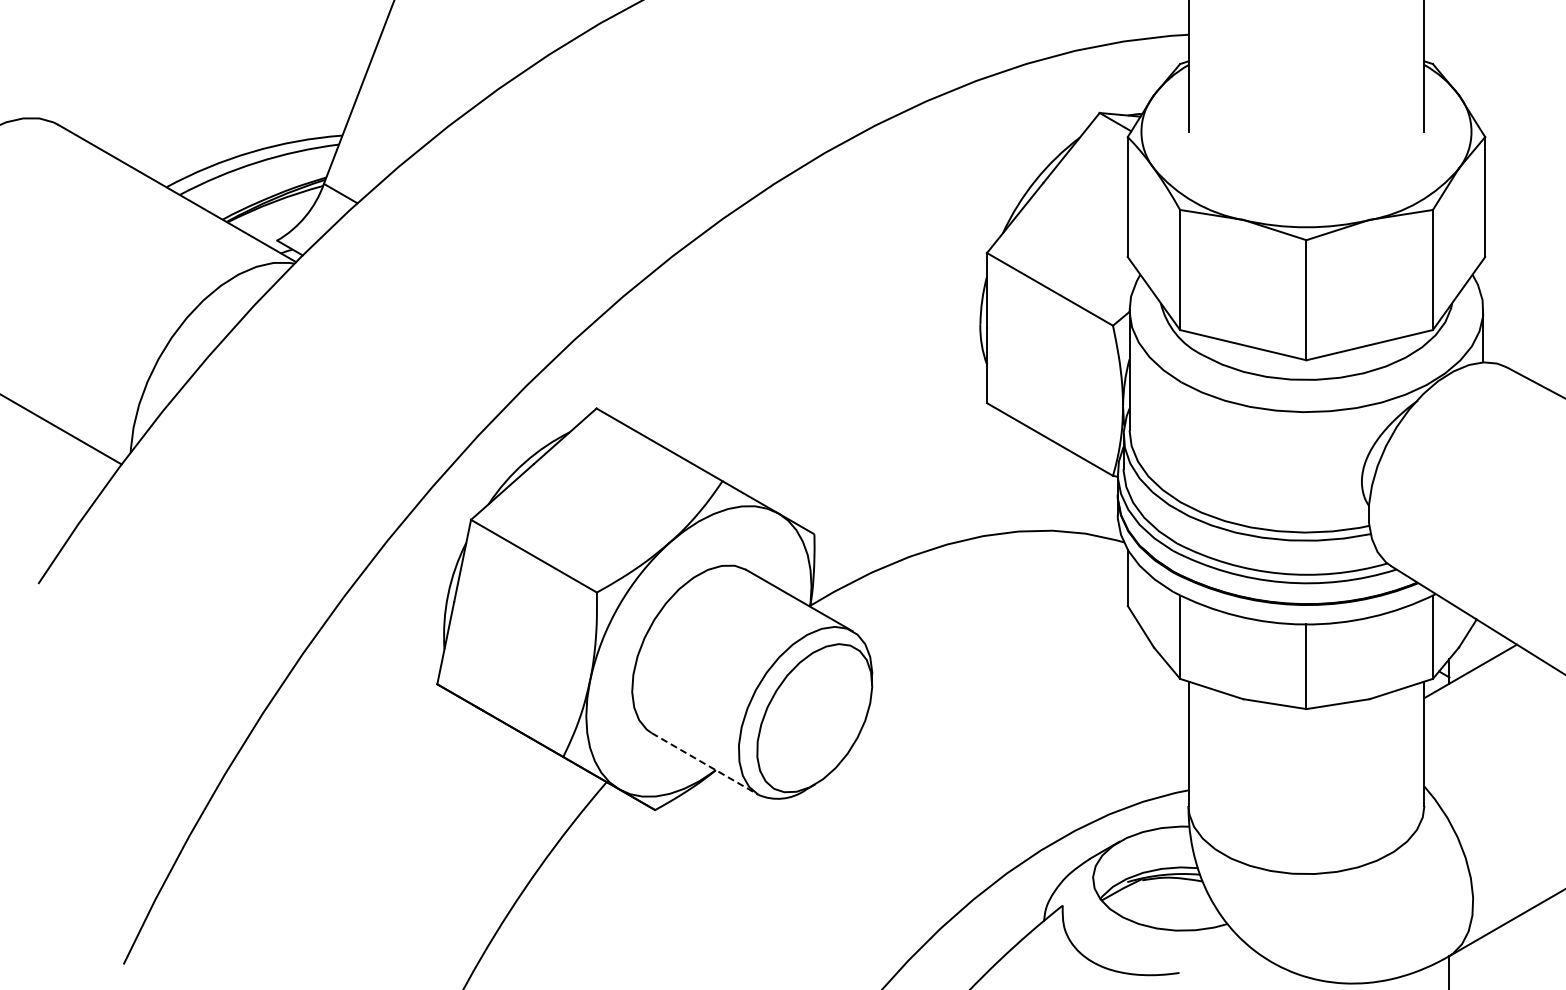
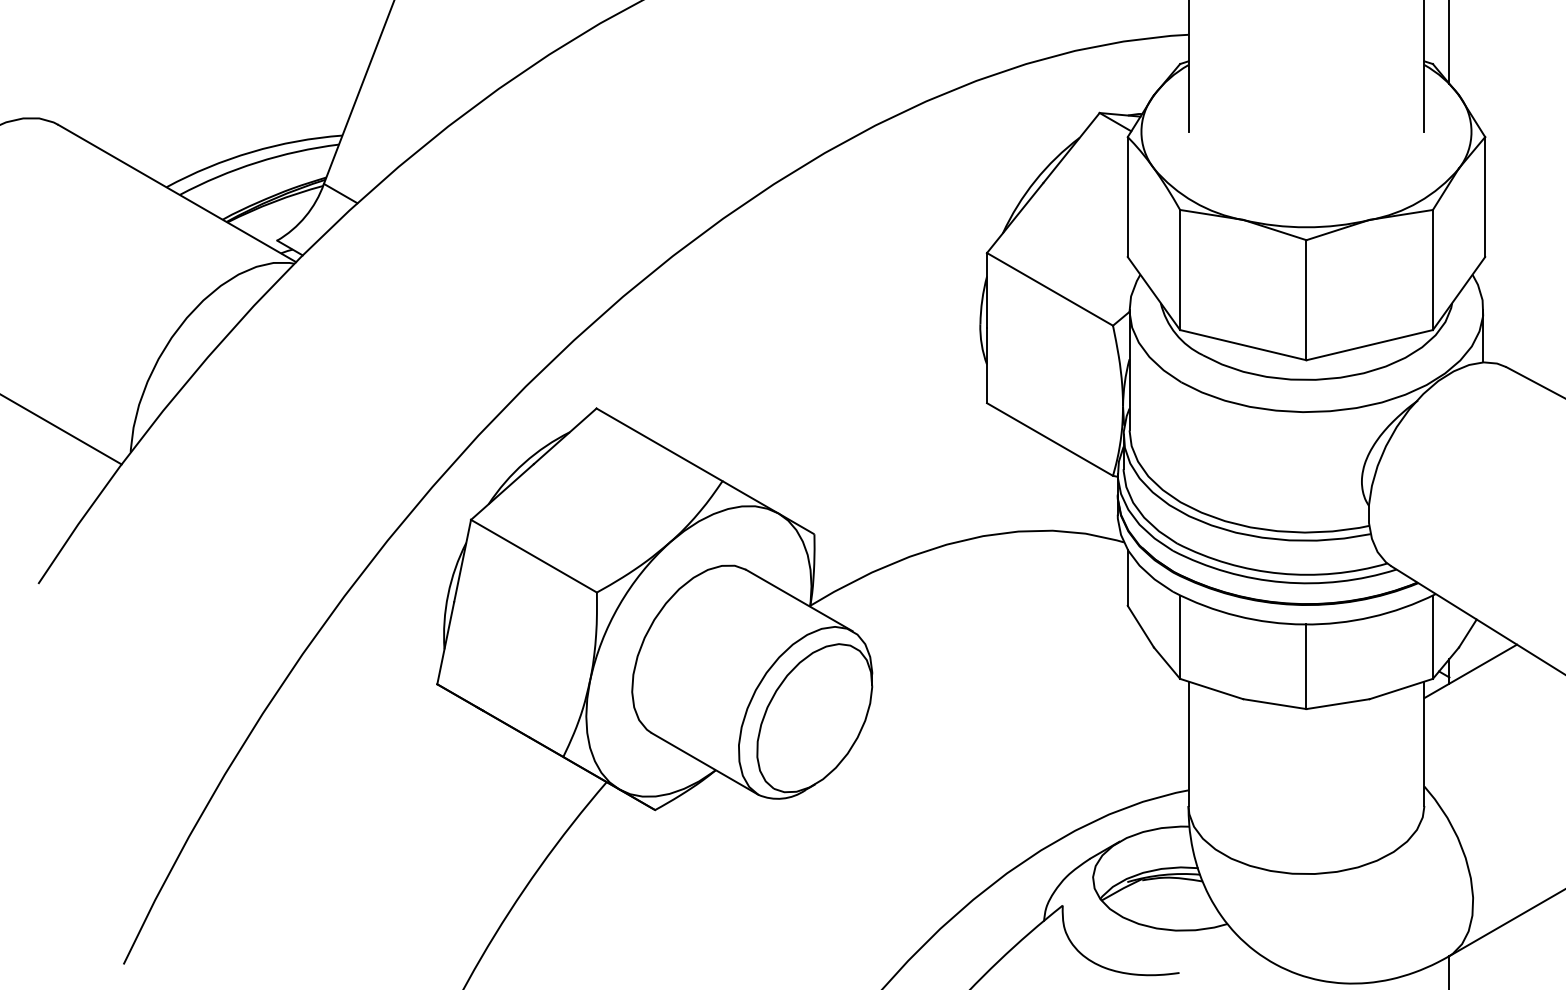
line at (1449, 42): none -> present
line at (705, 763): dashed -> solid
